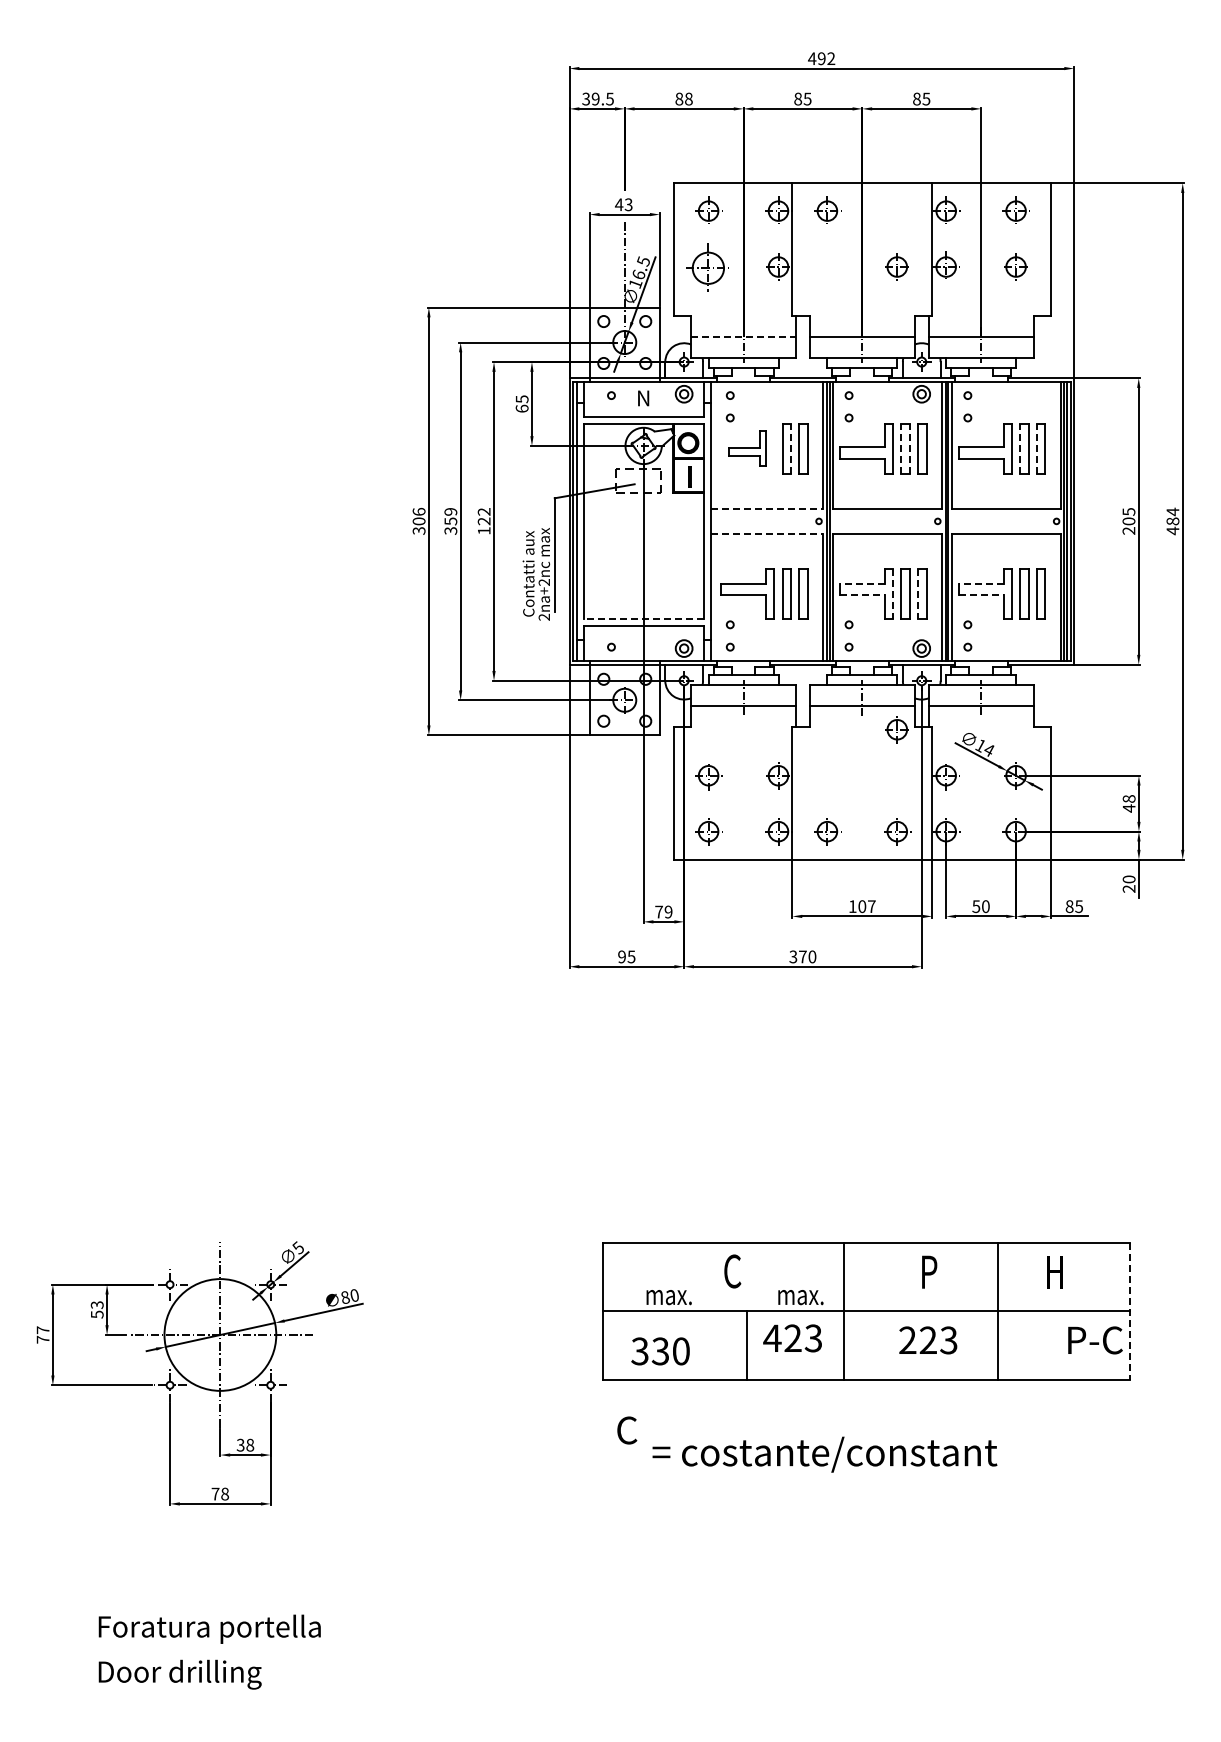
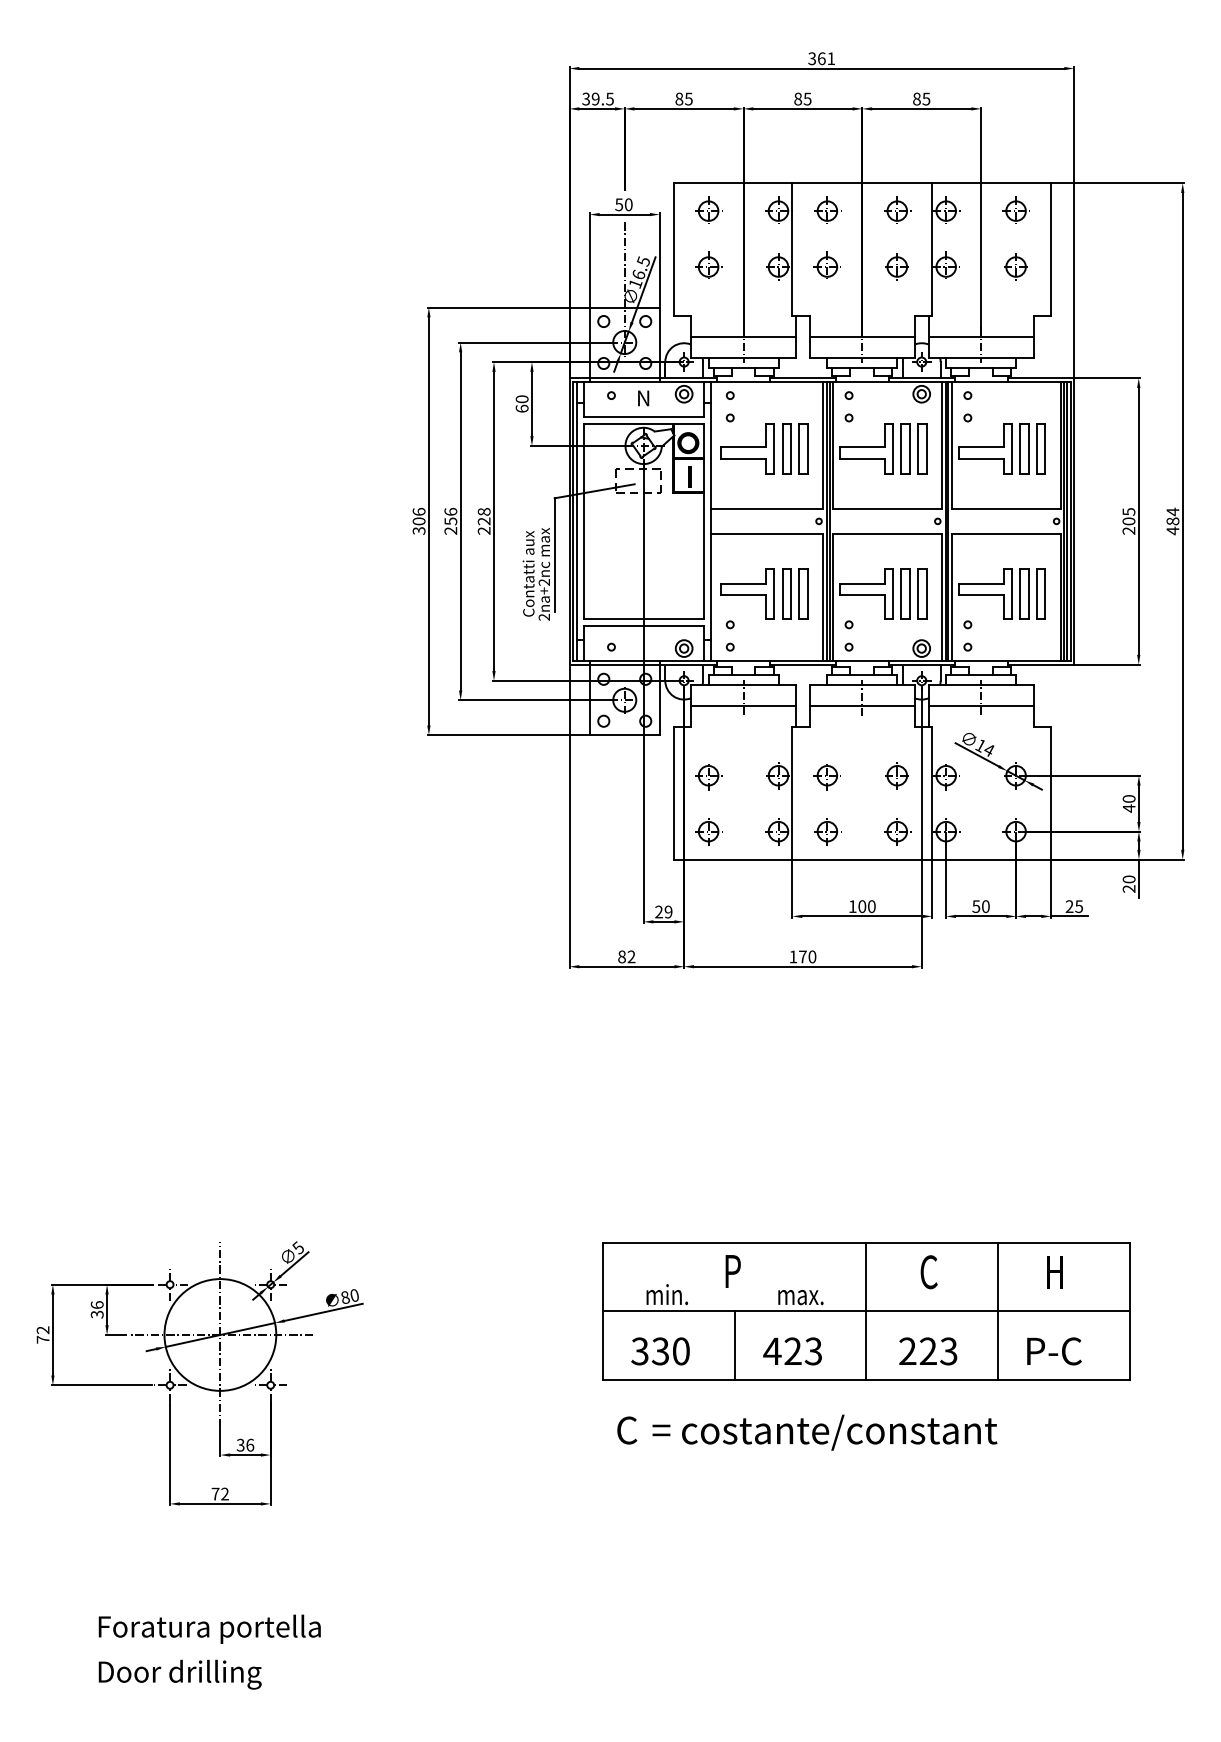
text at (821, 58): 492 -> 361
text at (688, 98): 88 -> 85
text at (623, 204): 43 -> 50
part at (897, 209): none -> present
part at (826, 264): none -> present
part at (707, 267) size: 43x49 px -> 28x28 px
line at (744, 336): dashed -> solid
text at (521, 399): 65 -> 60
part at (747, 448) size: 39x37 px -> 55x52 px
line at (791, 448): dashed -> solid
line at (901, 448): dashed -> solid
line at (909, 448): dashed -> solid
line at (1020, 448): dashed -> solid
line at (1037, 448): dashed -> solid
line at (767, 508): dashed -> solid
text at (450, 520): 359 -> 256
text at (483, 521): 122 -> 228
line at (767, 533): dashed -> solid
line at (861, 584): dashed -> solid
line at (980, 584): dashed -> solid
line at (893, 594): dashed -> solid
line at (918, 594): dashed -> solid
line at (862, 595): dashed -> solid
line at (981, 595): dashed -> solid
line at (643, 619): dashed -> solid
part at (896, 729) position: (896, 729) -> (896, 775)
part at (826, 777): none -> present
text at (1129, 798): 48 -> 40
text at (871, 906): 107 -> 100
text at (1069, 906): 85 -> 25
text at (658, 911): 79 -> 29
text at (626, 956): 95 -> 82
text at (793, 956): 370 -> 170
text at (732, 1271): C -> P
text at (928, 1272): P -> C
text at (678, 1294): max. -> min.
text at (96, 1309): 53 -> 36
line at (844, 1311) position: (844, 1311) -> (866, 1311)
line at (1129, 1311): dashed -> solid
text at (42, 1330): 77 -> 72
text at (792, 1338) position: (792, 1338) -> (792, 1351)
text at (928, 1340) position: (928, 1340) -> (928, 1351)
text at (1095, 1340) position: (1095, 1340) -> (1054, 1351)
line at (746, 1345) position: (746, 1345) -> (734, 1345)
text at (250, 1444): 38 -> 36
text at (824, 1454) position: (824, 1454) -> (824, 1432)
text at (225, 1493): 78 -> 72
